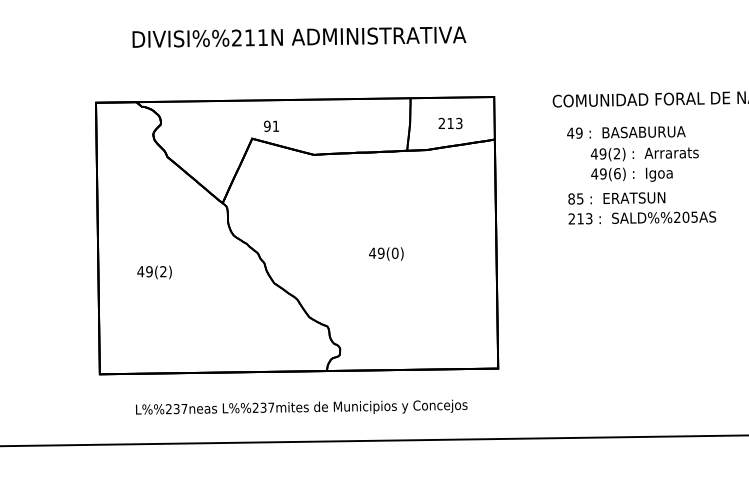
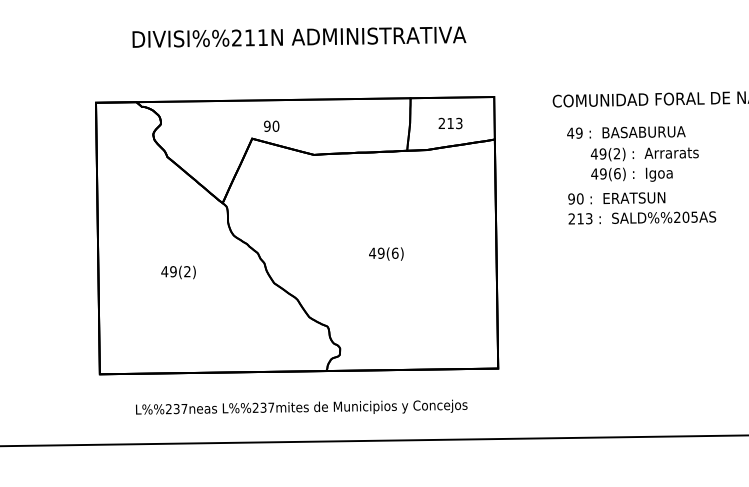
text at (275, 125): 91 -> 90
text at (575, 198): 85 -> 90
text at (395, 252): 49(0) -> 49(6)
text at (154, 272) position: (154, 272) -> (178, 272)
